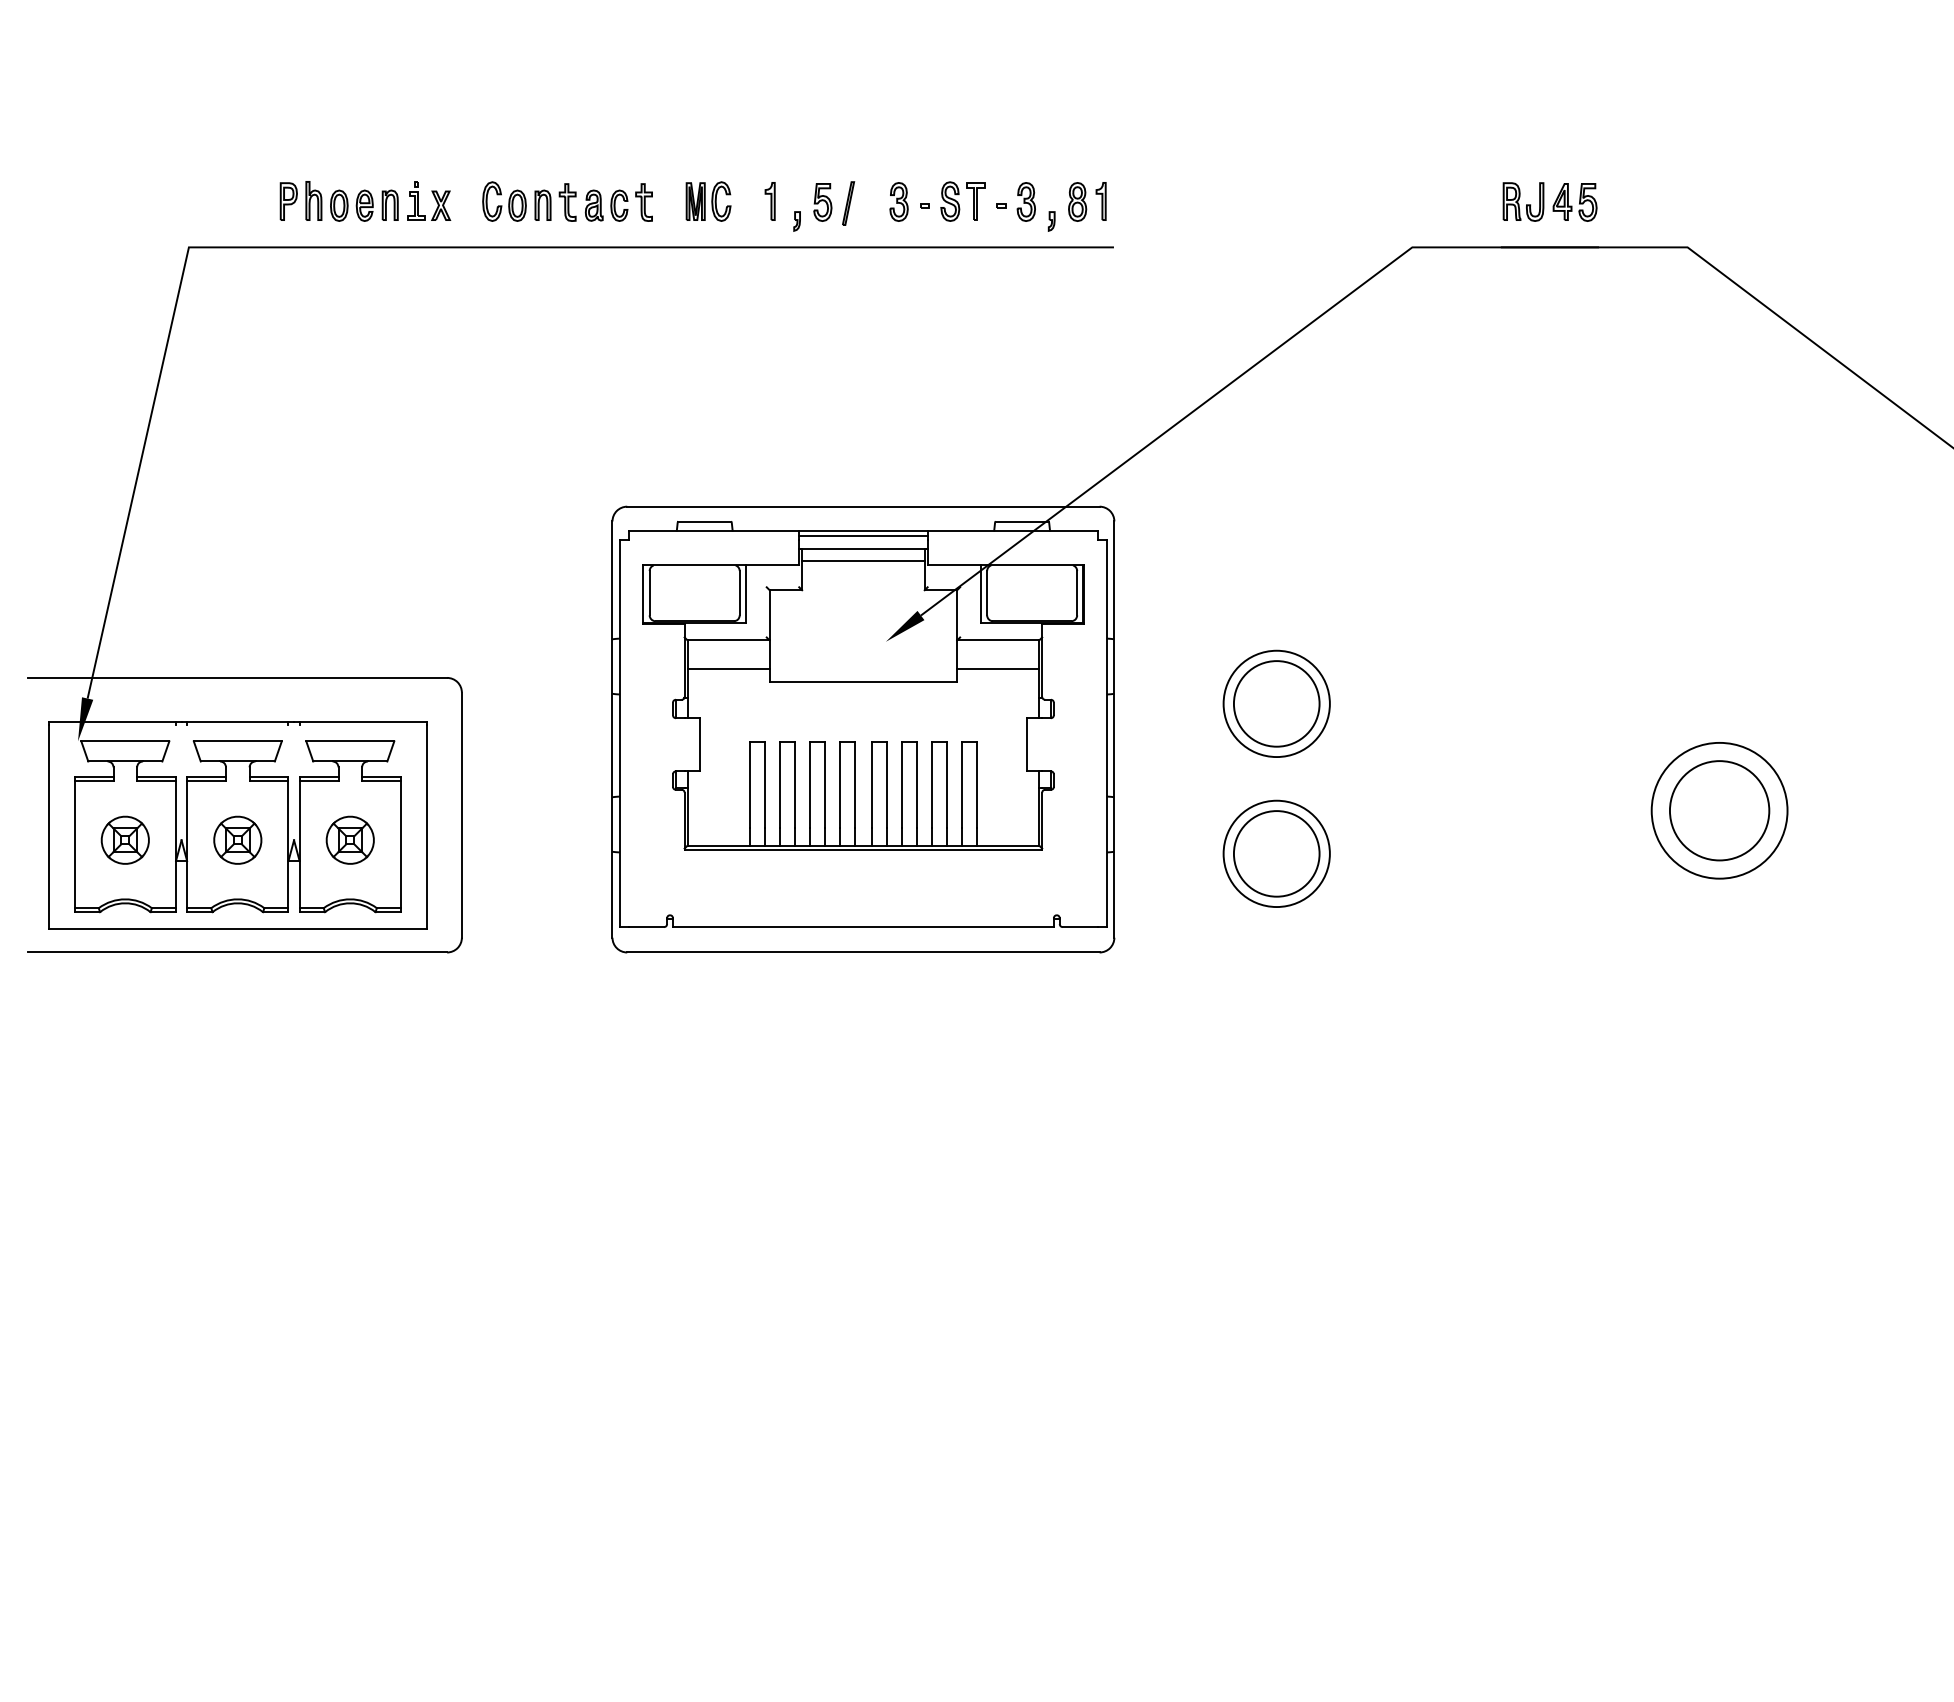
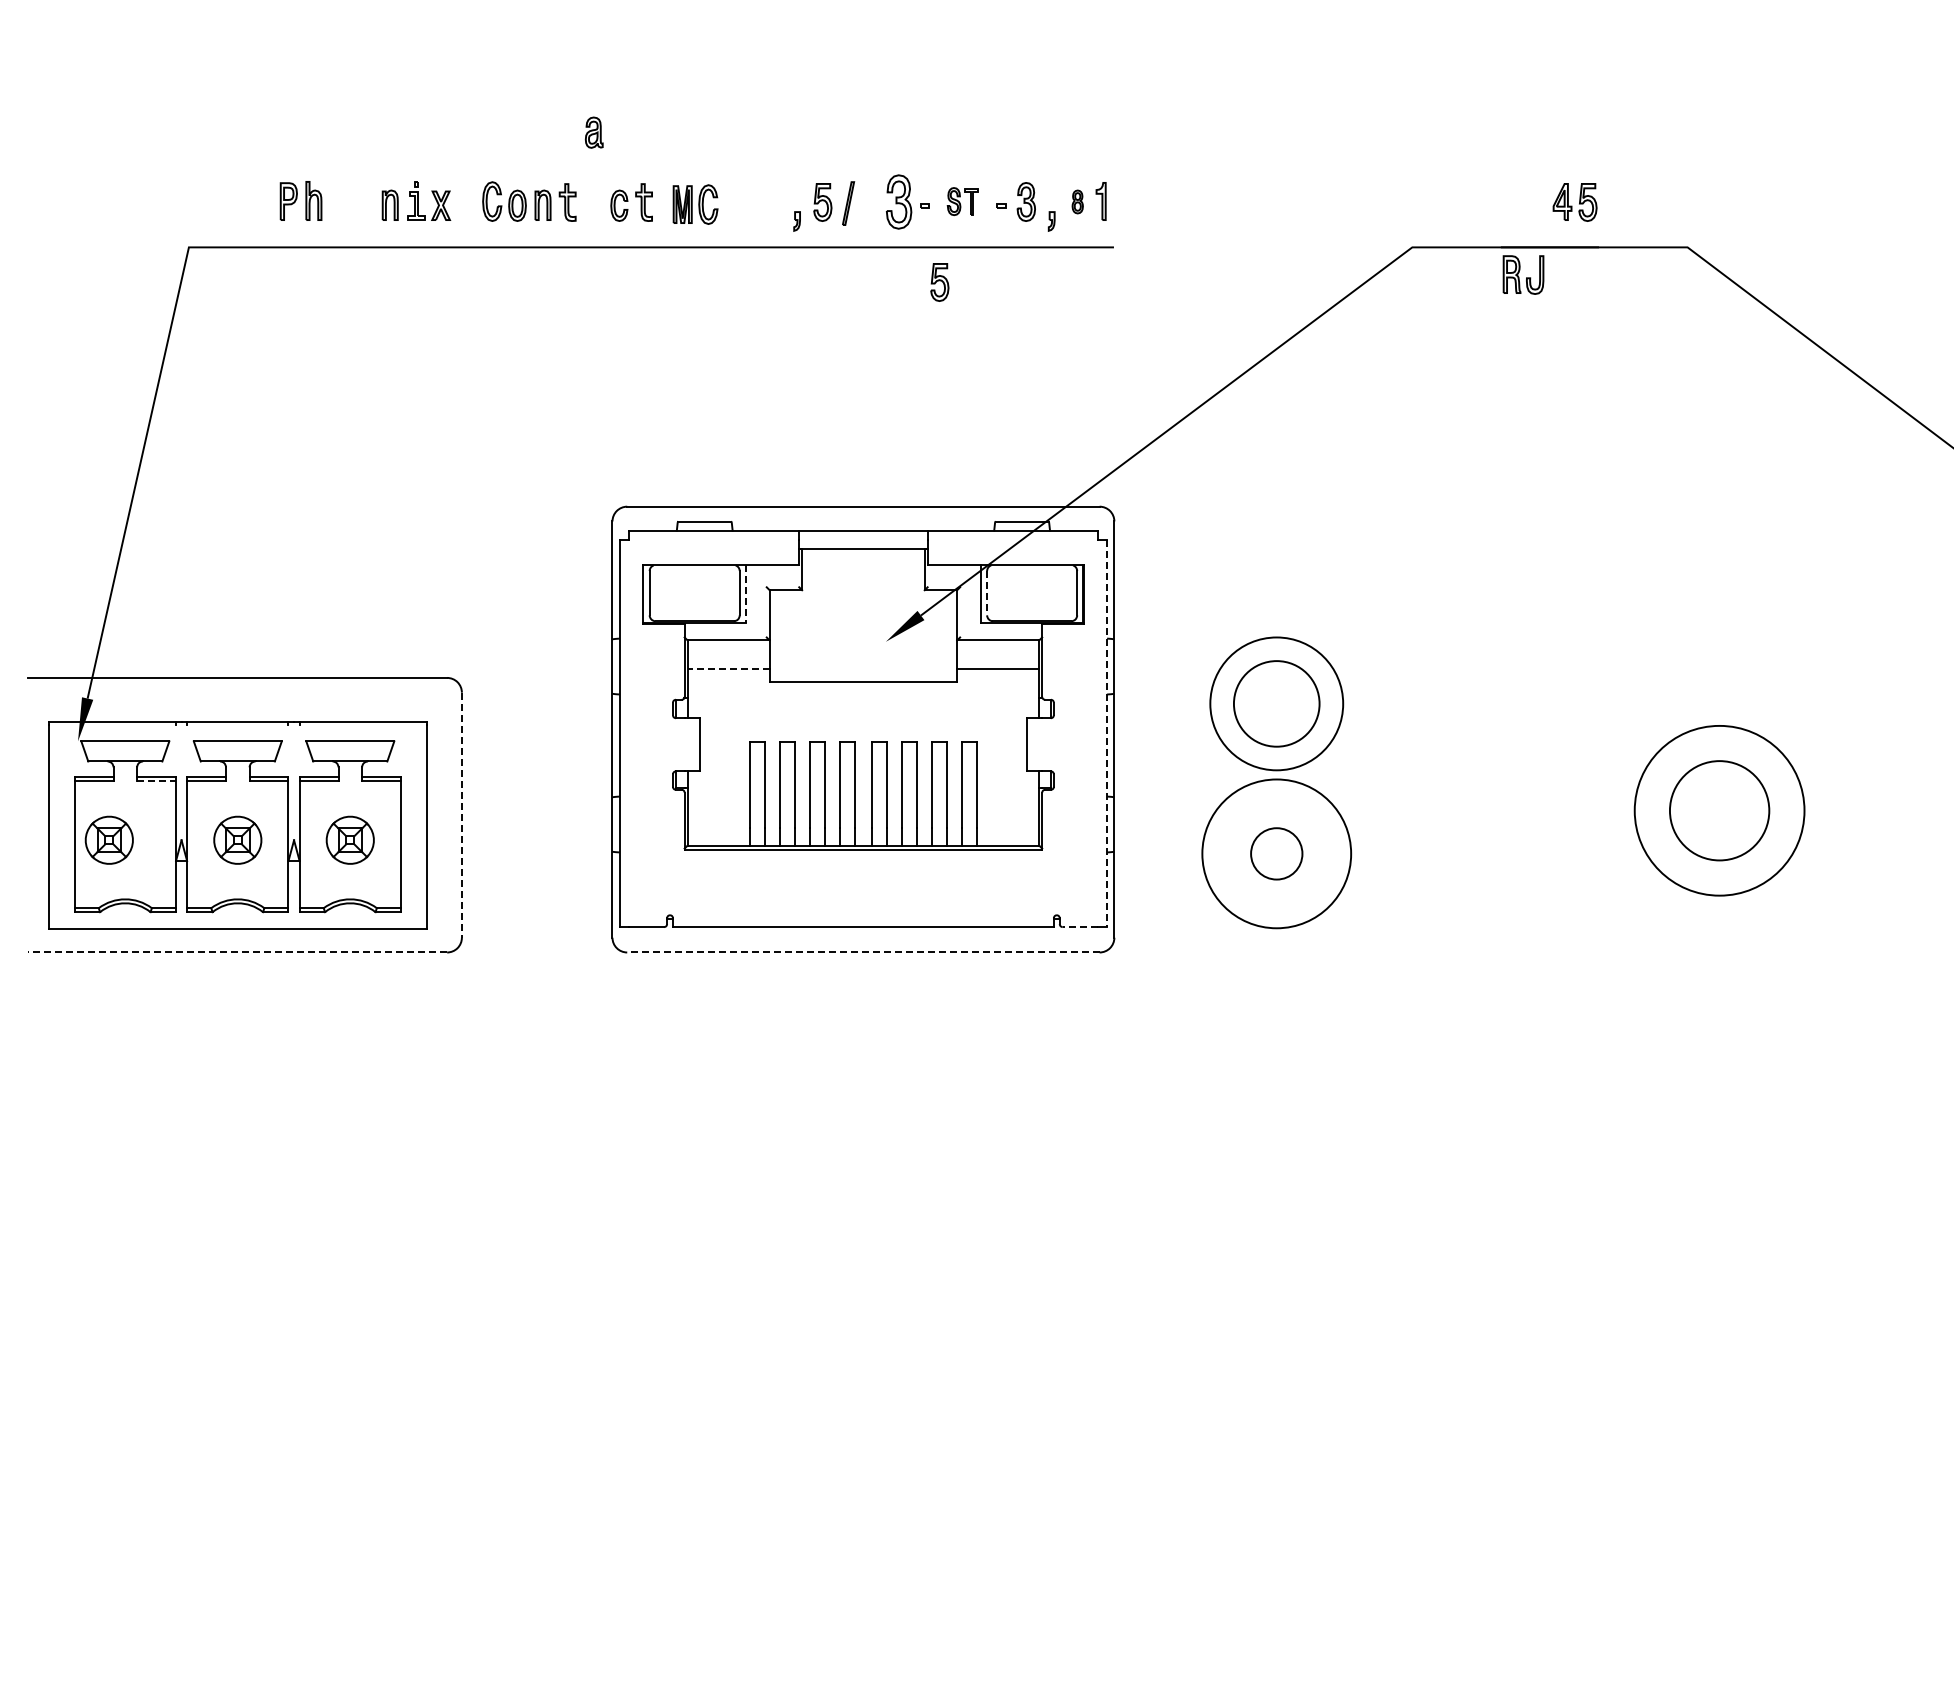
part at (708, 201) position: (708, 201) -> (695, 204)
part at (769, 201): present -> none
part at (898, 201) size: 20x40 px -> 27x56 px
part at (962, 201) size: 46x41 px -> 33x29 px
part at (1077, 201) size: 20x40 px -> 13x26 px
part at (1523, 201) position: (1523, 201) -> (1523, 274)
part at (351, 205): present -> none
part at (593, 205) position: (593, 205) -> (593, 132)
part at (939, 282): none -> present
line at (863, 535): present -> none
line at (863, 560): present -> none
line at (987, 593): solid -> dashed
line at (746, 594): solid -> dashed
line at (728, 669): solid -> dashed
circle at (1276, 703) diameter: 106 px -> 133 px
line at (1107, 734): solid -> dashed
line at (156, 781): solid -> dashed
circle at (1719, 810) diameter: 136 px -> 170 px
line at (461, 815): solid -> dashed
part at (124, 839) position: (124, 839) -> (108, 839)
circle at (1276, 853) diameter: 106 px -> 149 px
circle at (1276, 853) diameter: 86 px -> 51 px
line at (1080, 927): solid -> dashed
line at (237, 952): solid -> dashed
line at (862, 952): solid -> dashed
